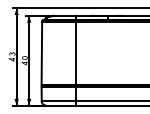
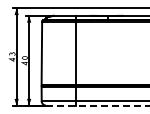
line at (98, 105): solid -> dashed
